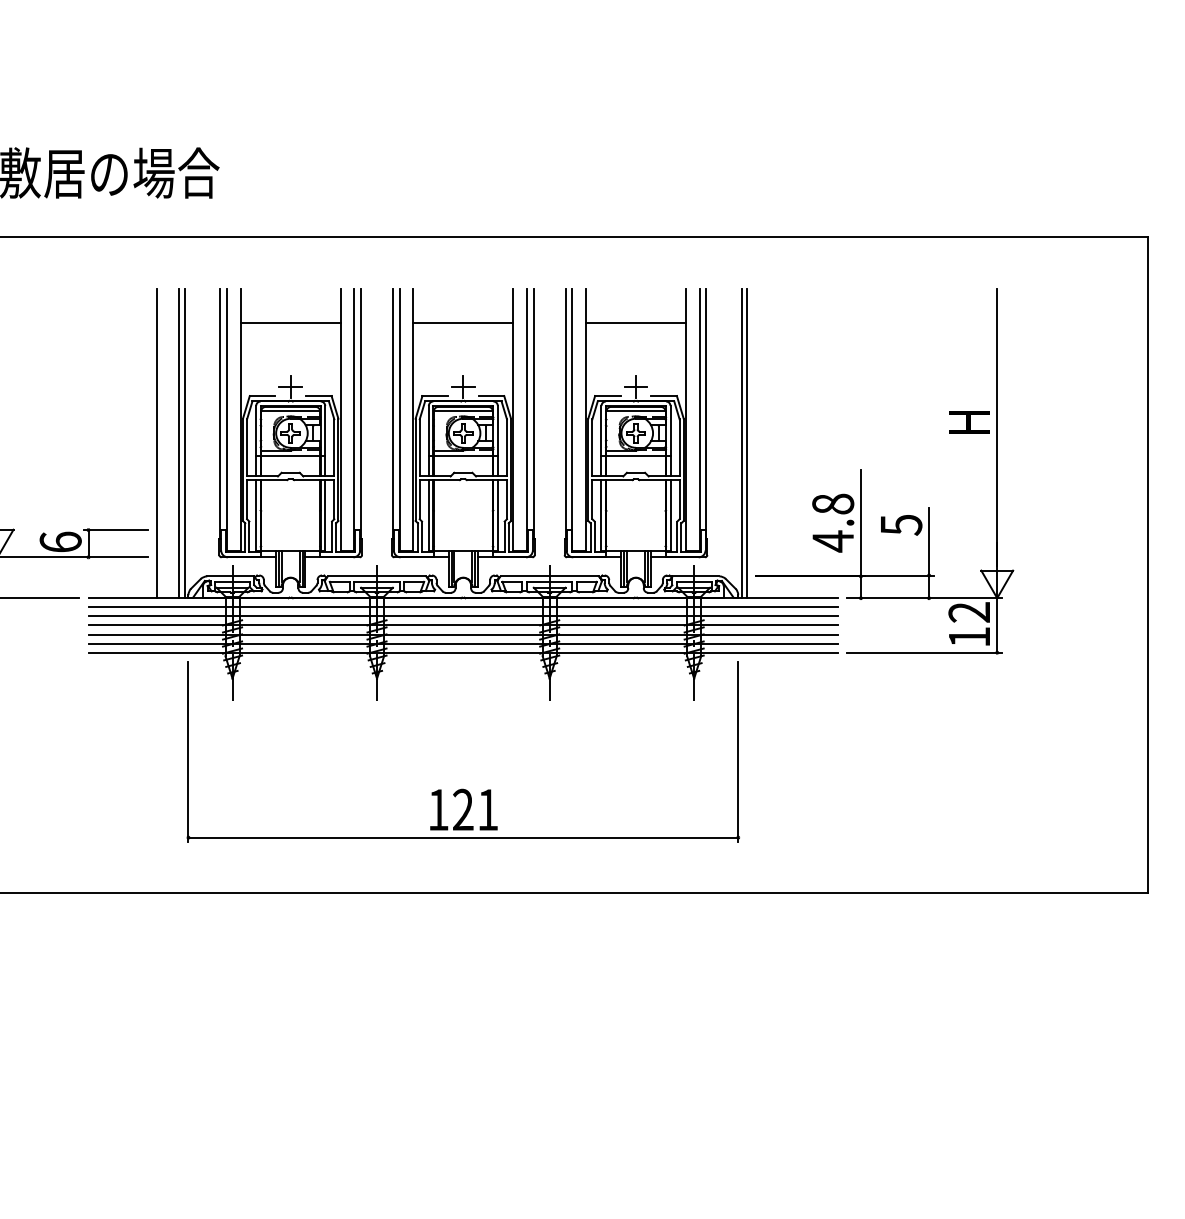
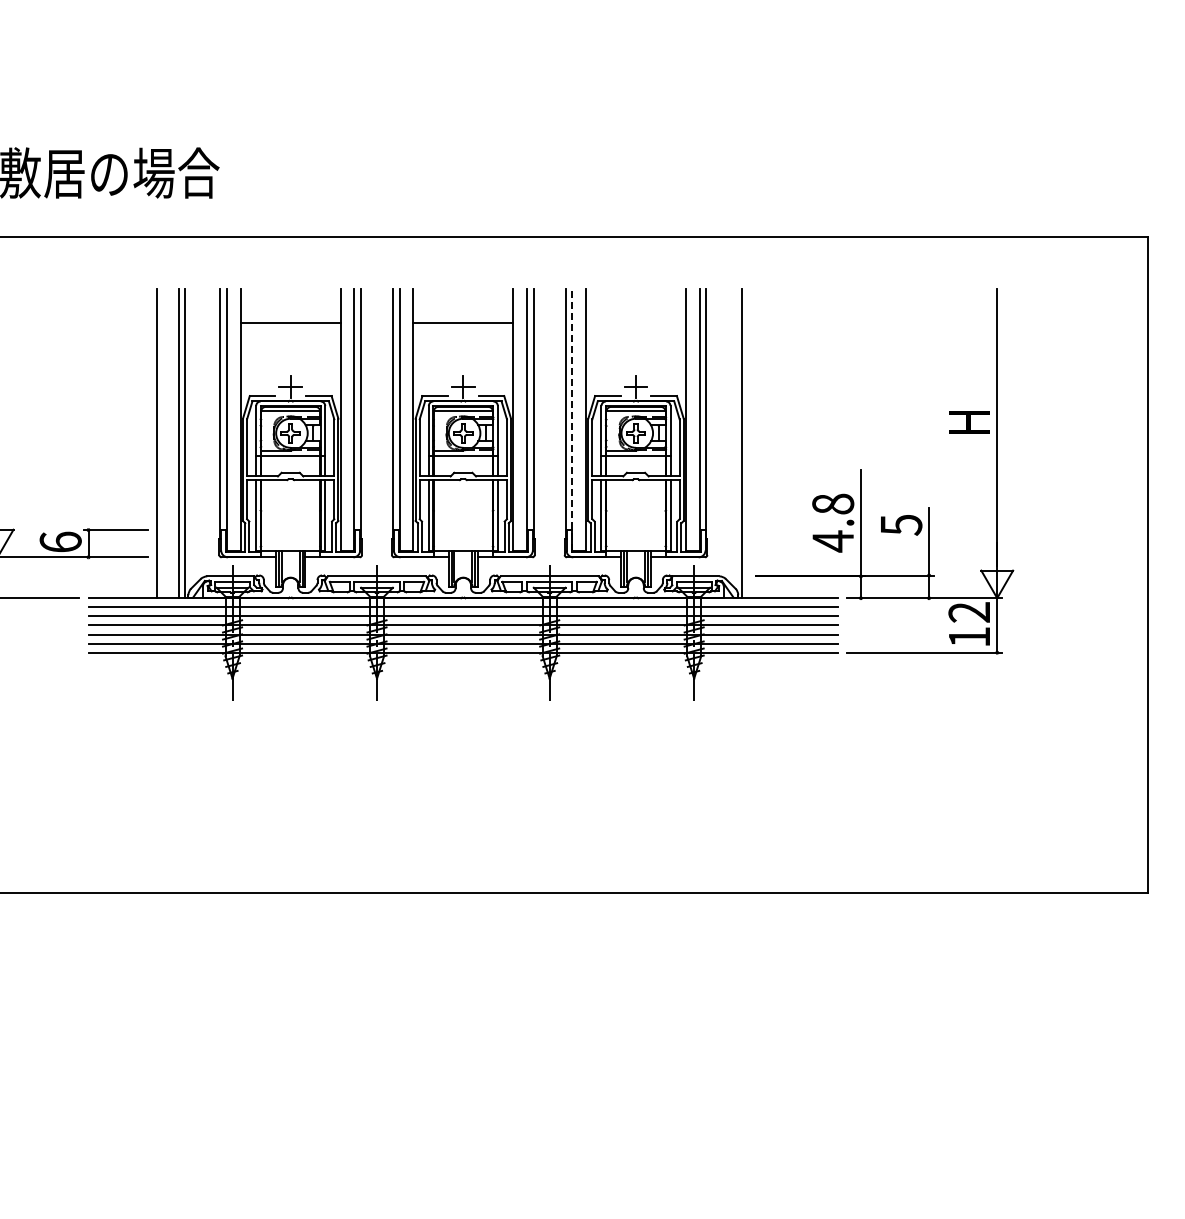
line at (636, 322): present -> none
line at (572, 419): solid -> dashed
line at (747, 443): present -> none
part at (462, 788): present -> none
